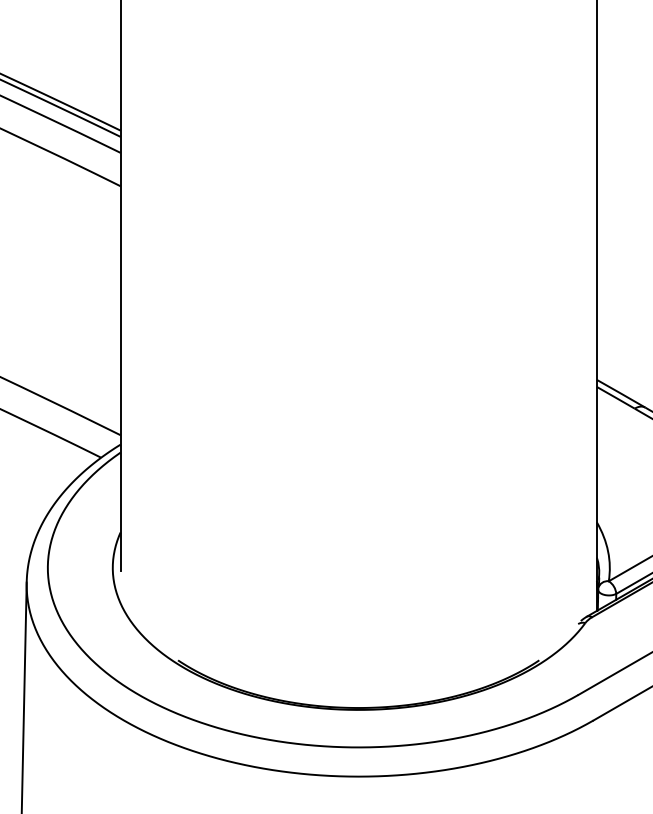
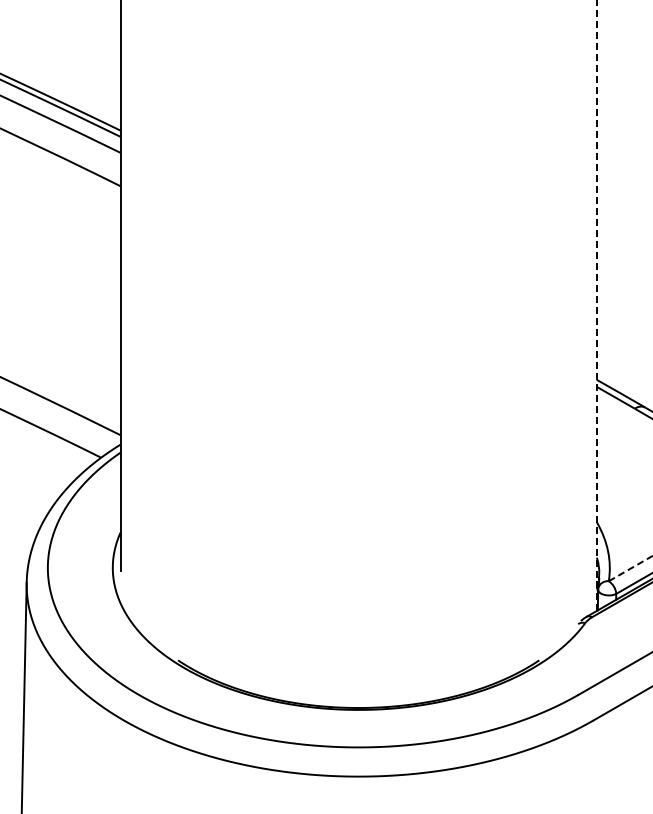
line at (596, 305): solid -> dashed
line at (631, 568): solid -> dashed
